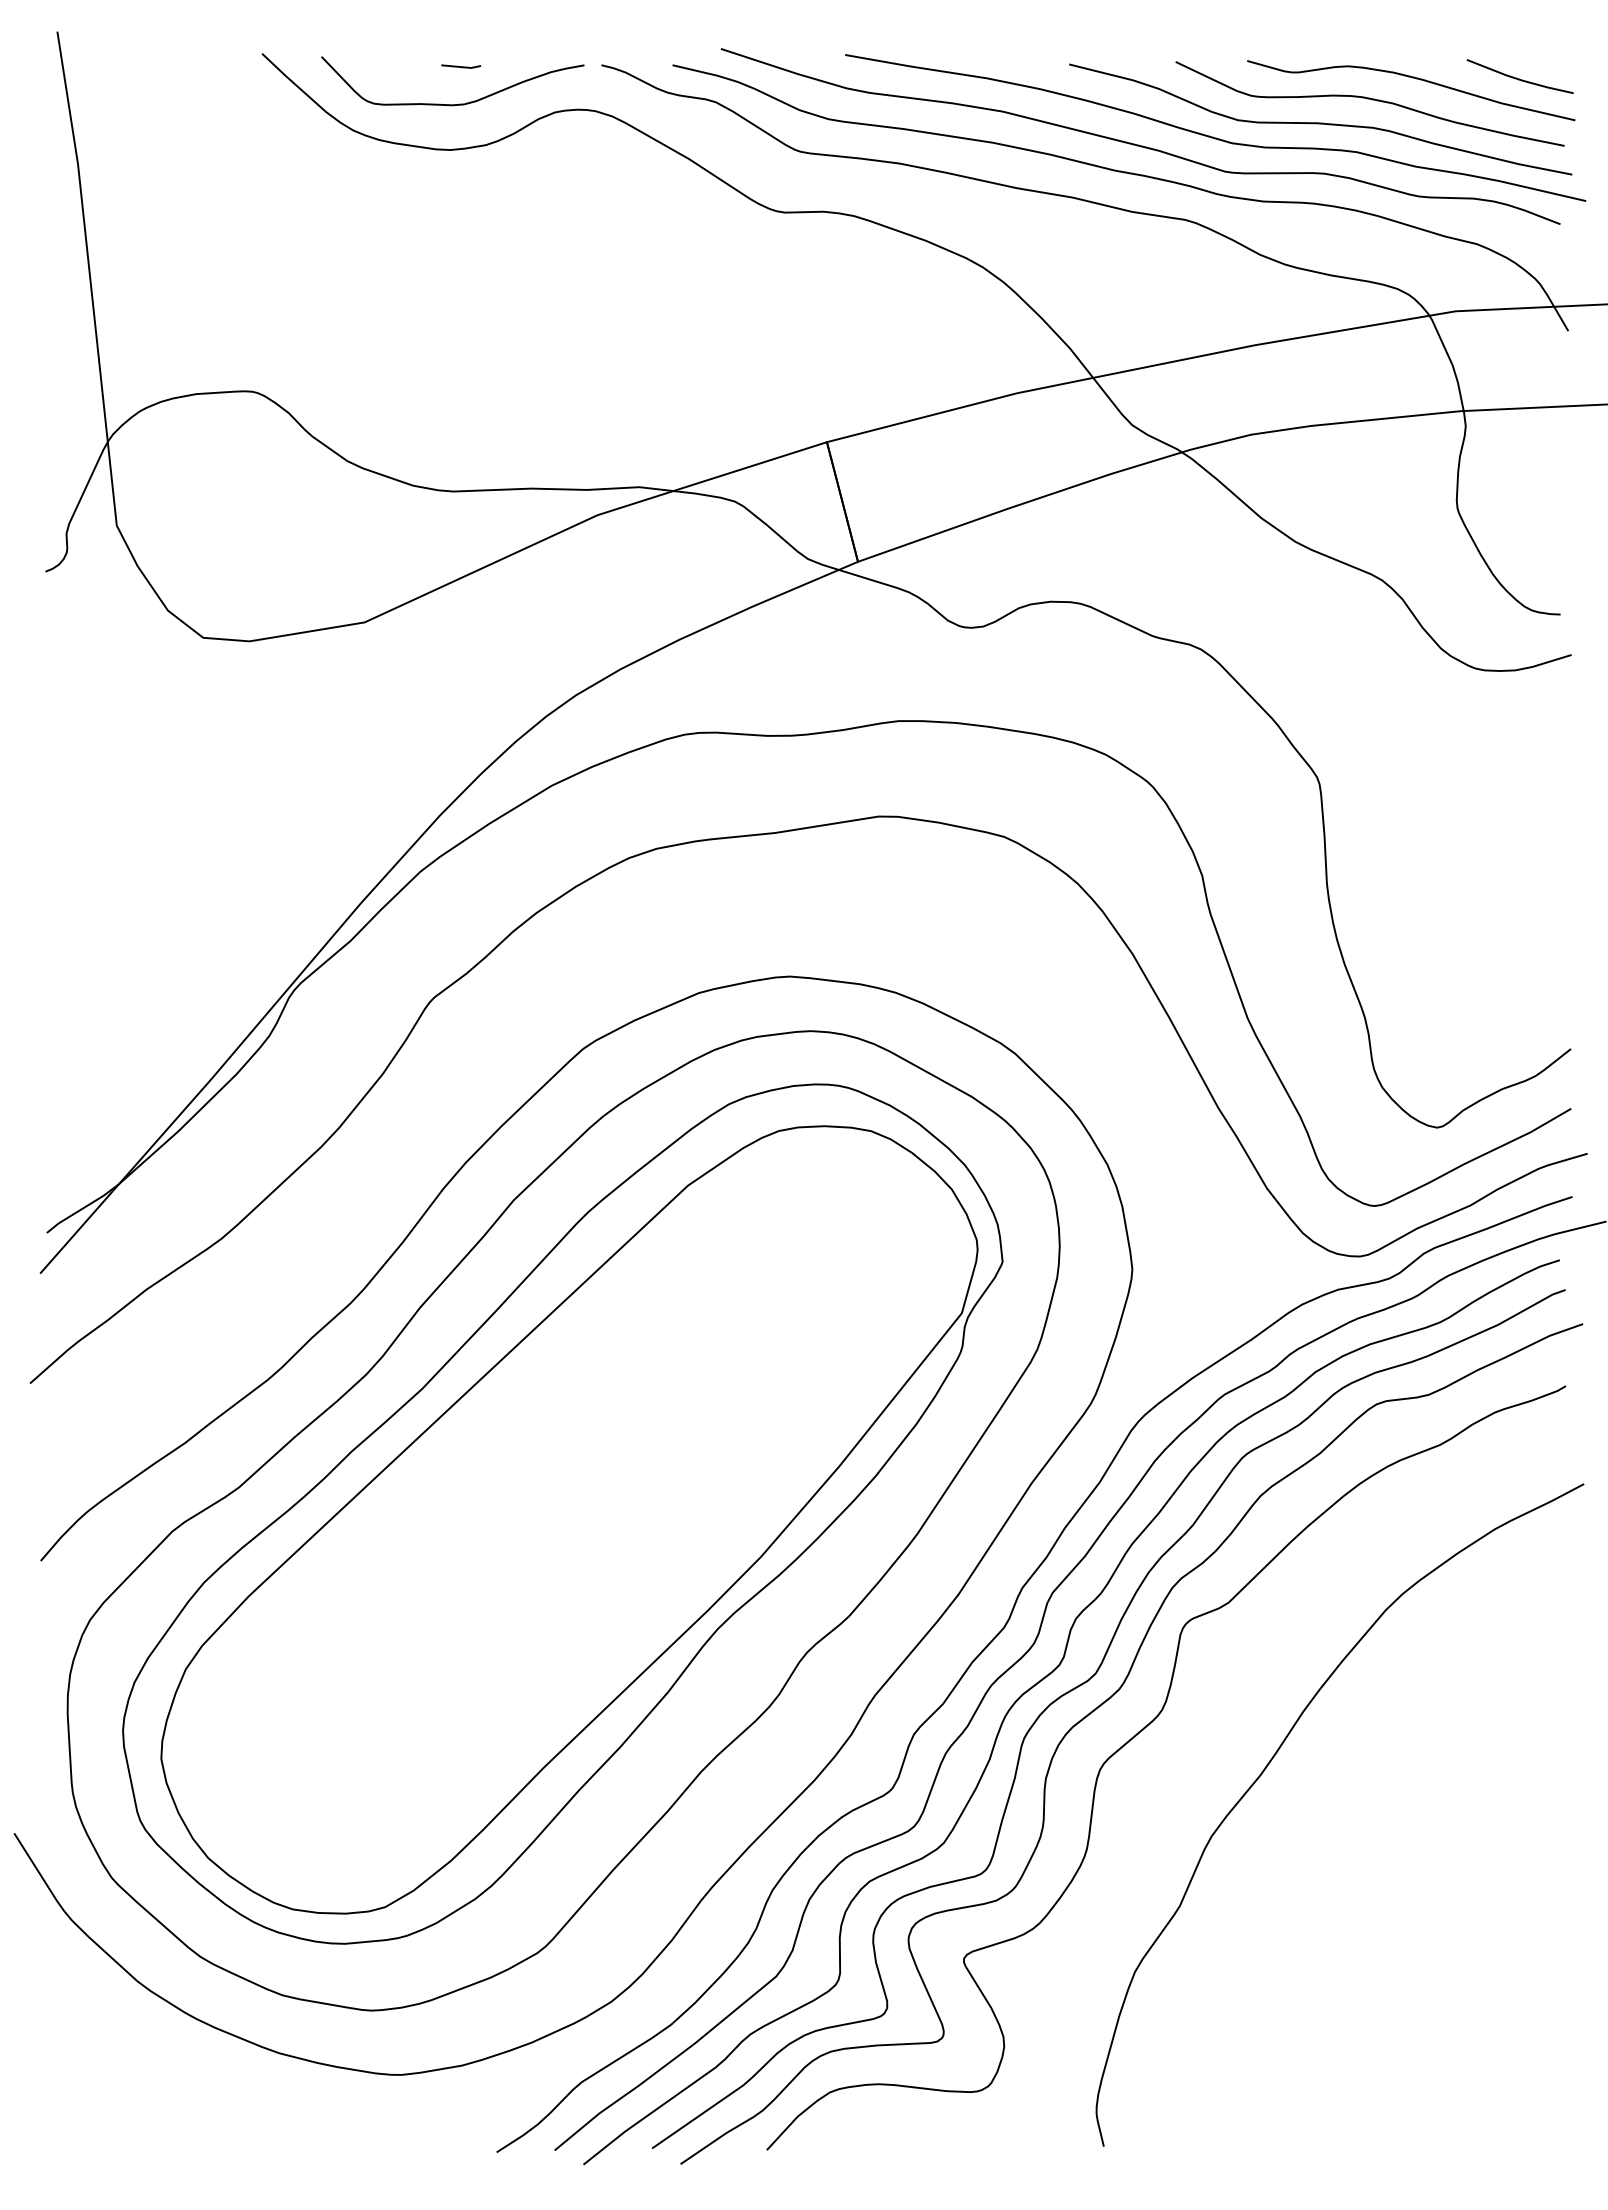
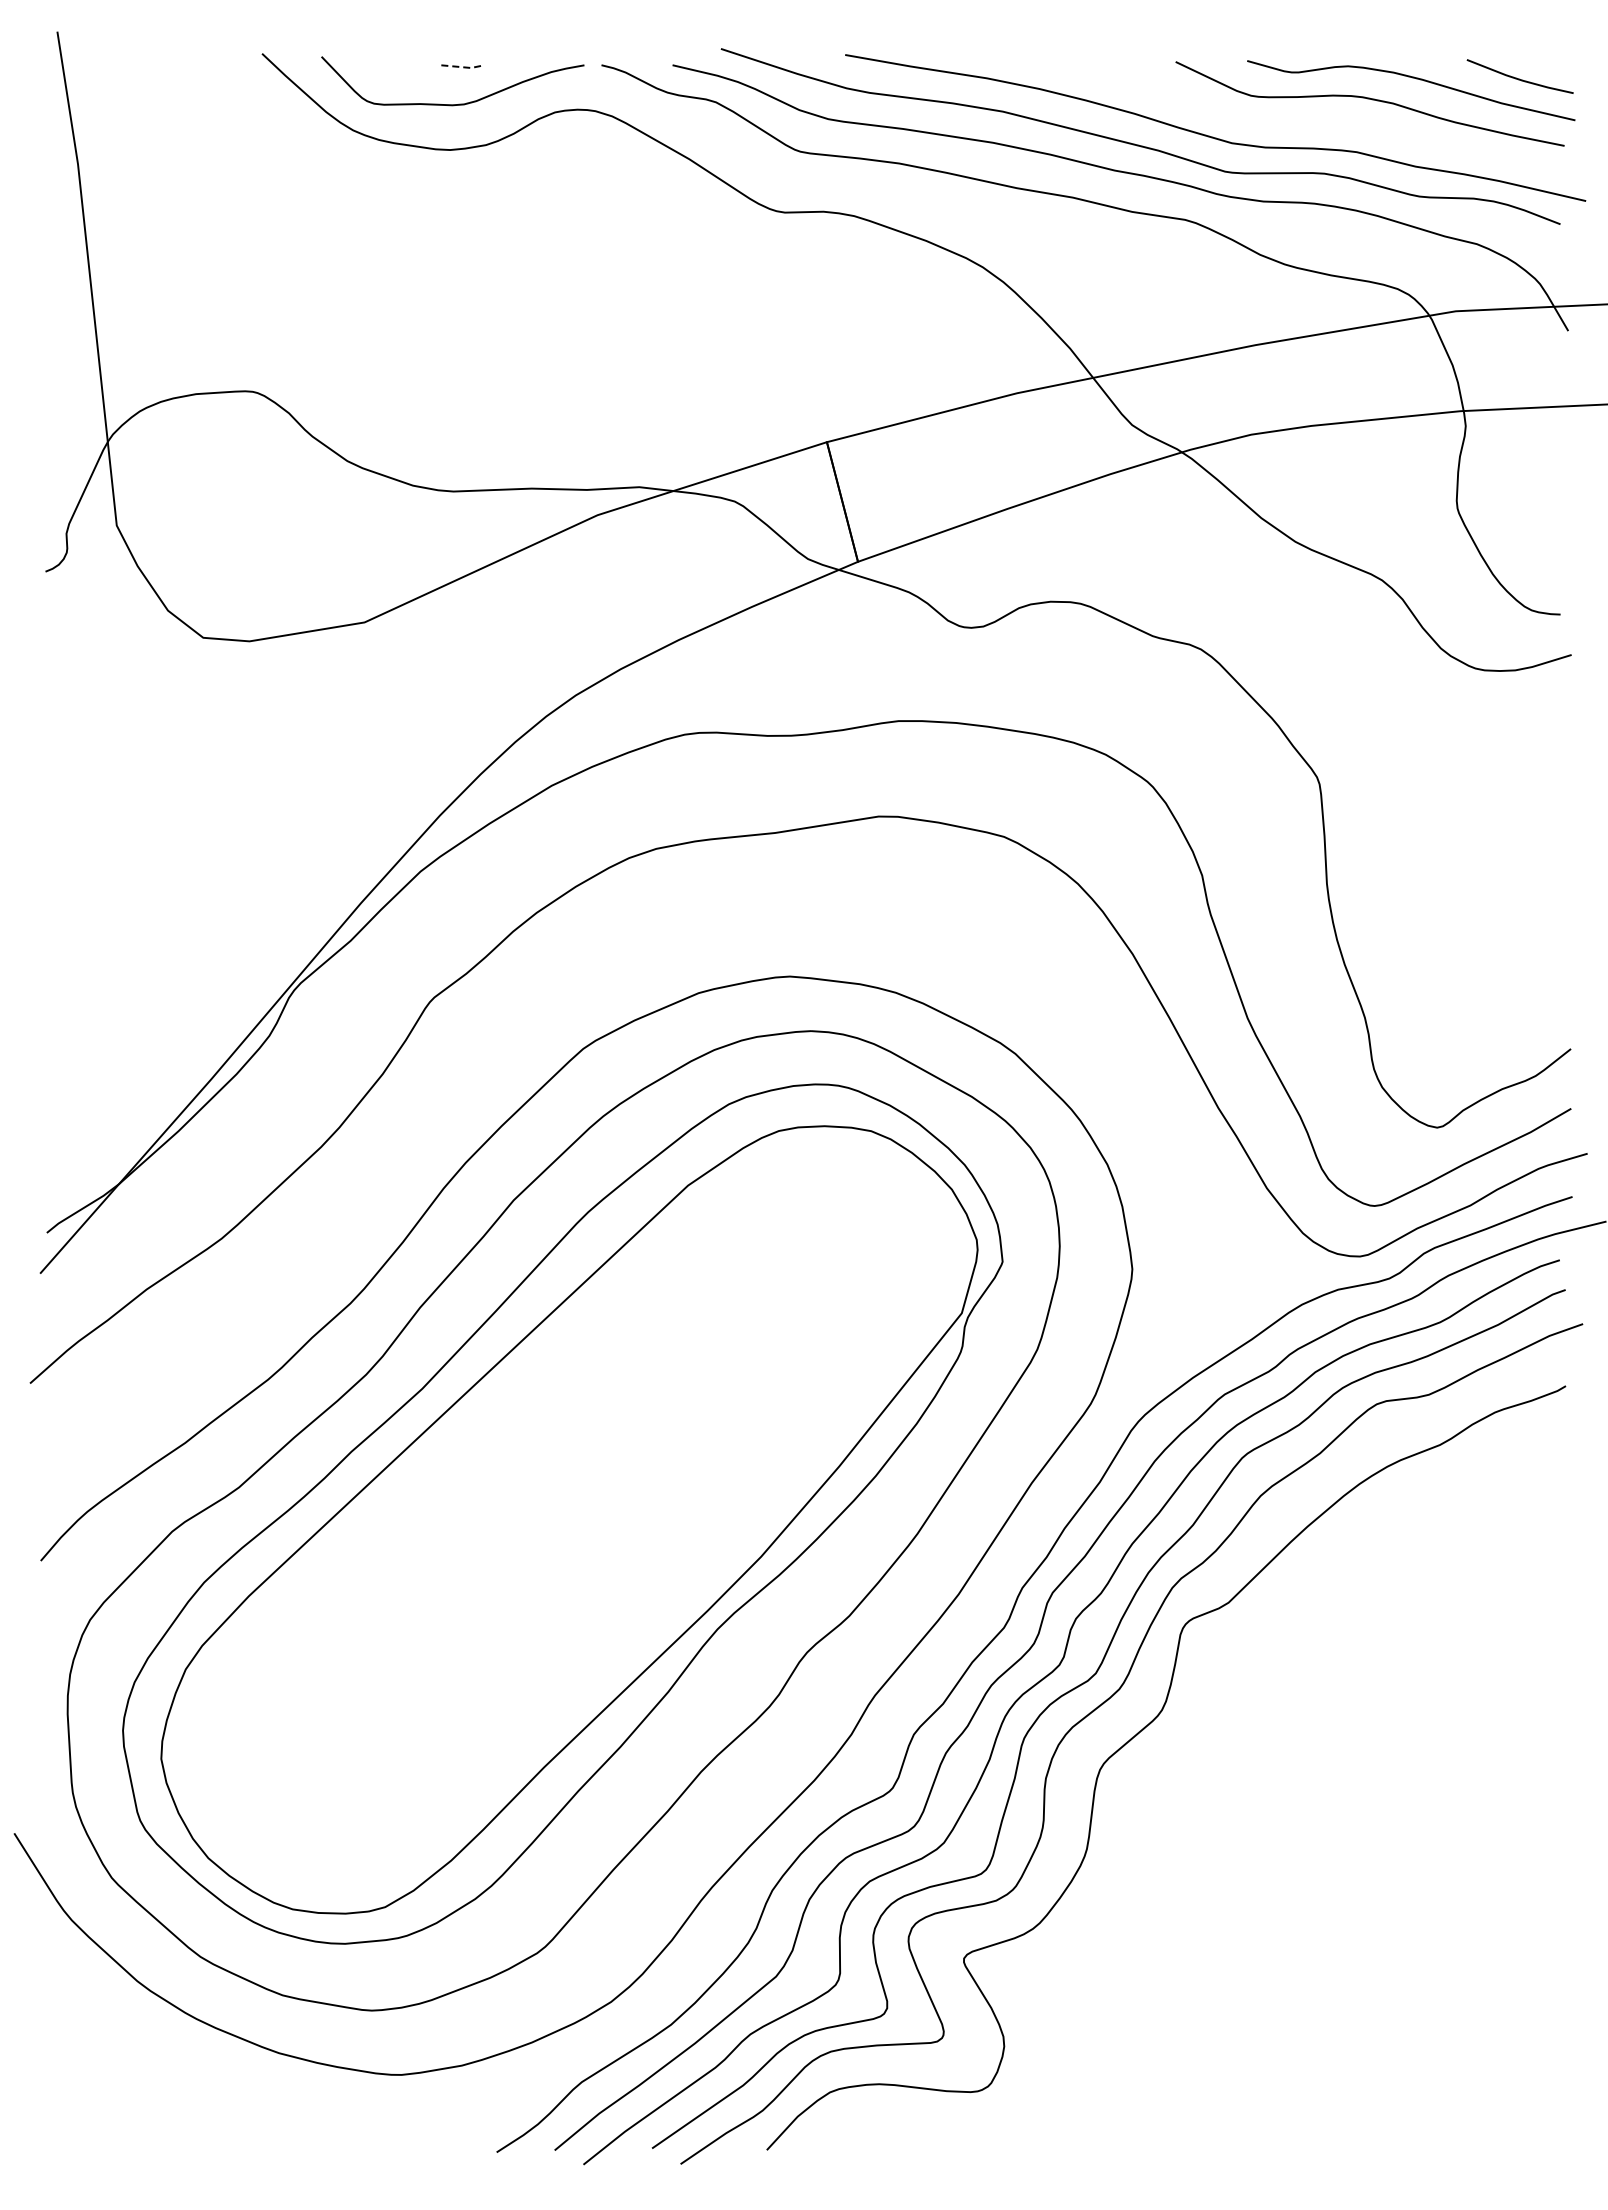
line at (462, 67): solid -> dashed
curve at (1320, 122): present -> none
curve at (1267, 1767): present -> none
